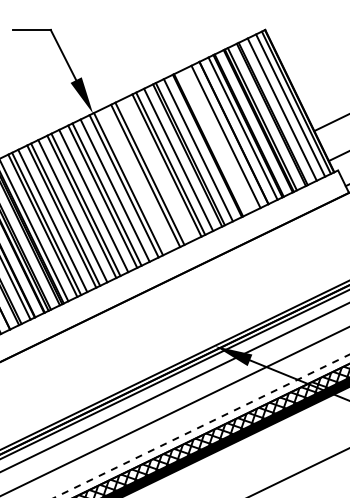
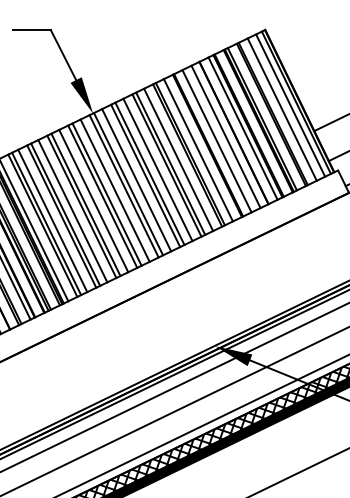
line at (216, 141): none -> present
line at (157, 169): none -> present
line at (136, 180): none -> present
line at (201, 426): dashed -> solid
